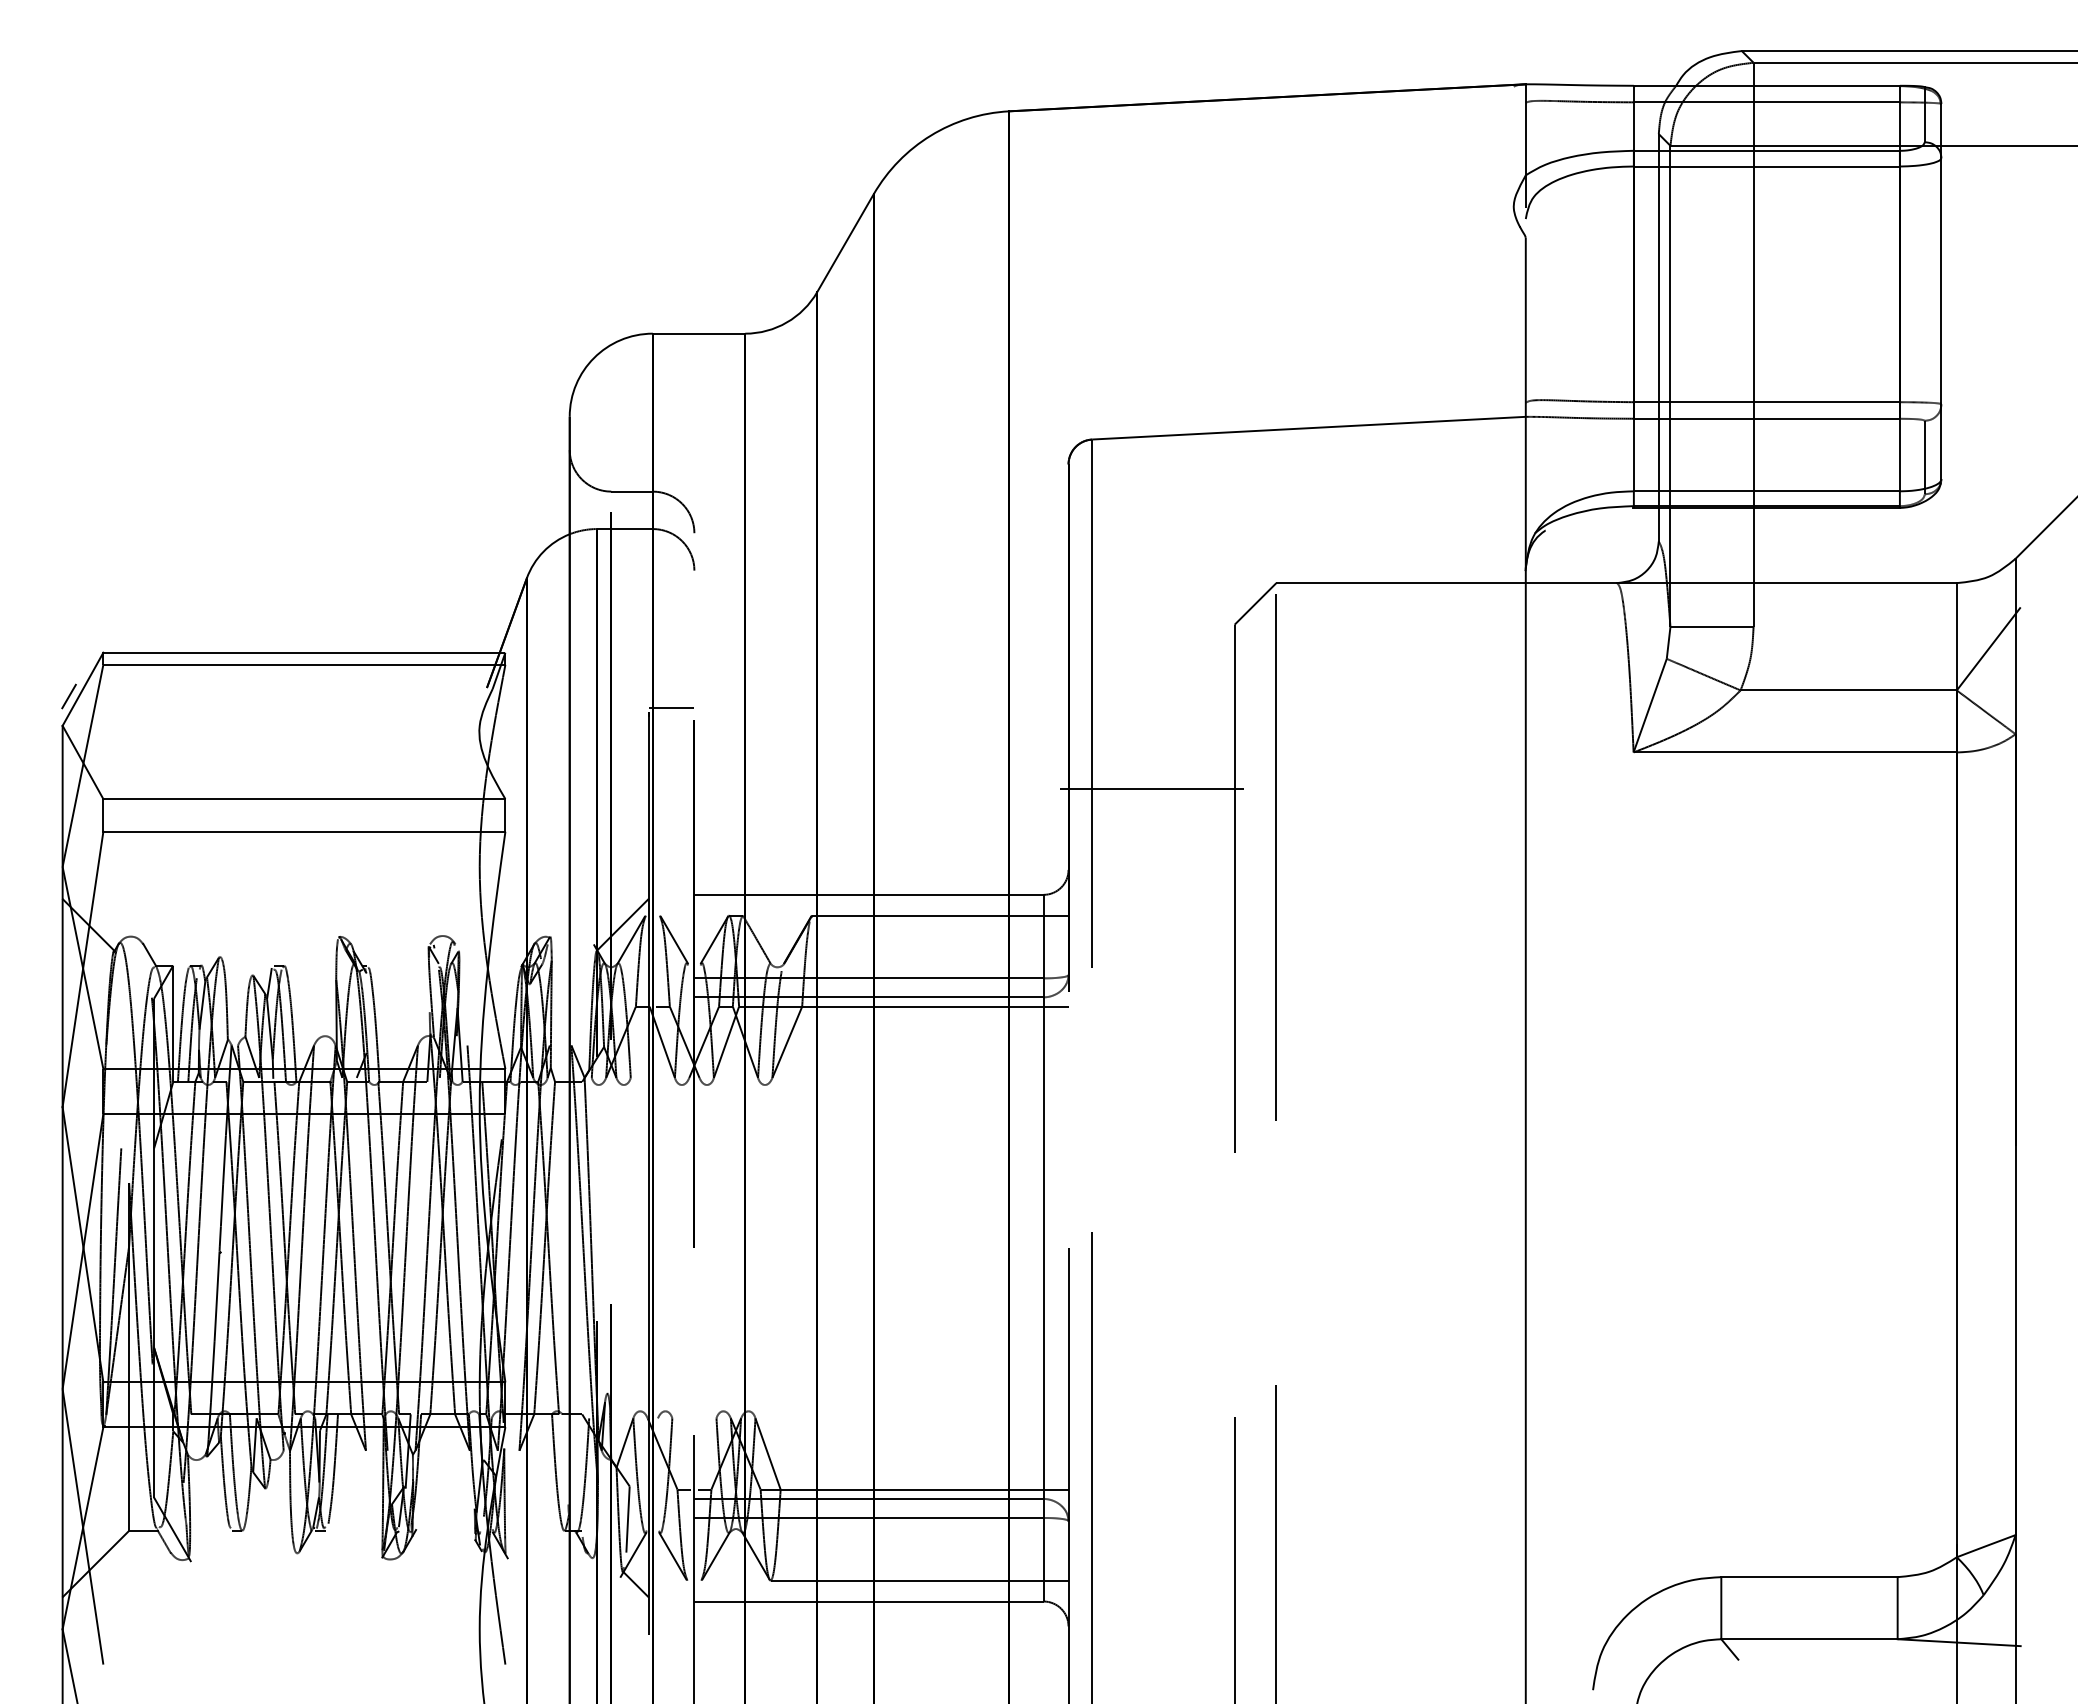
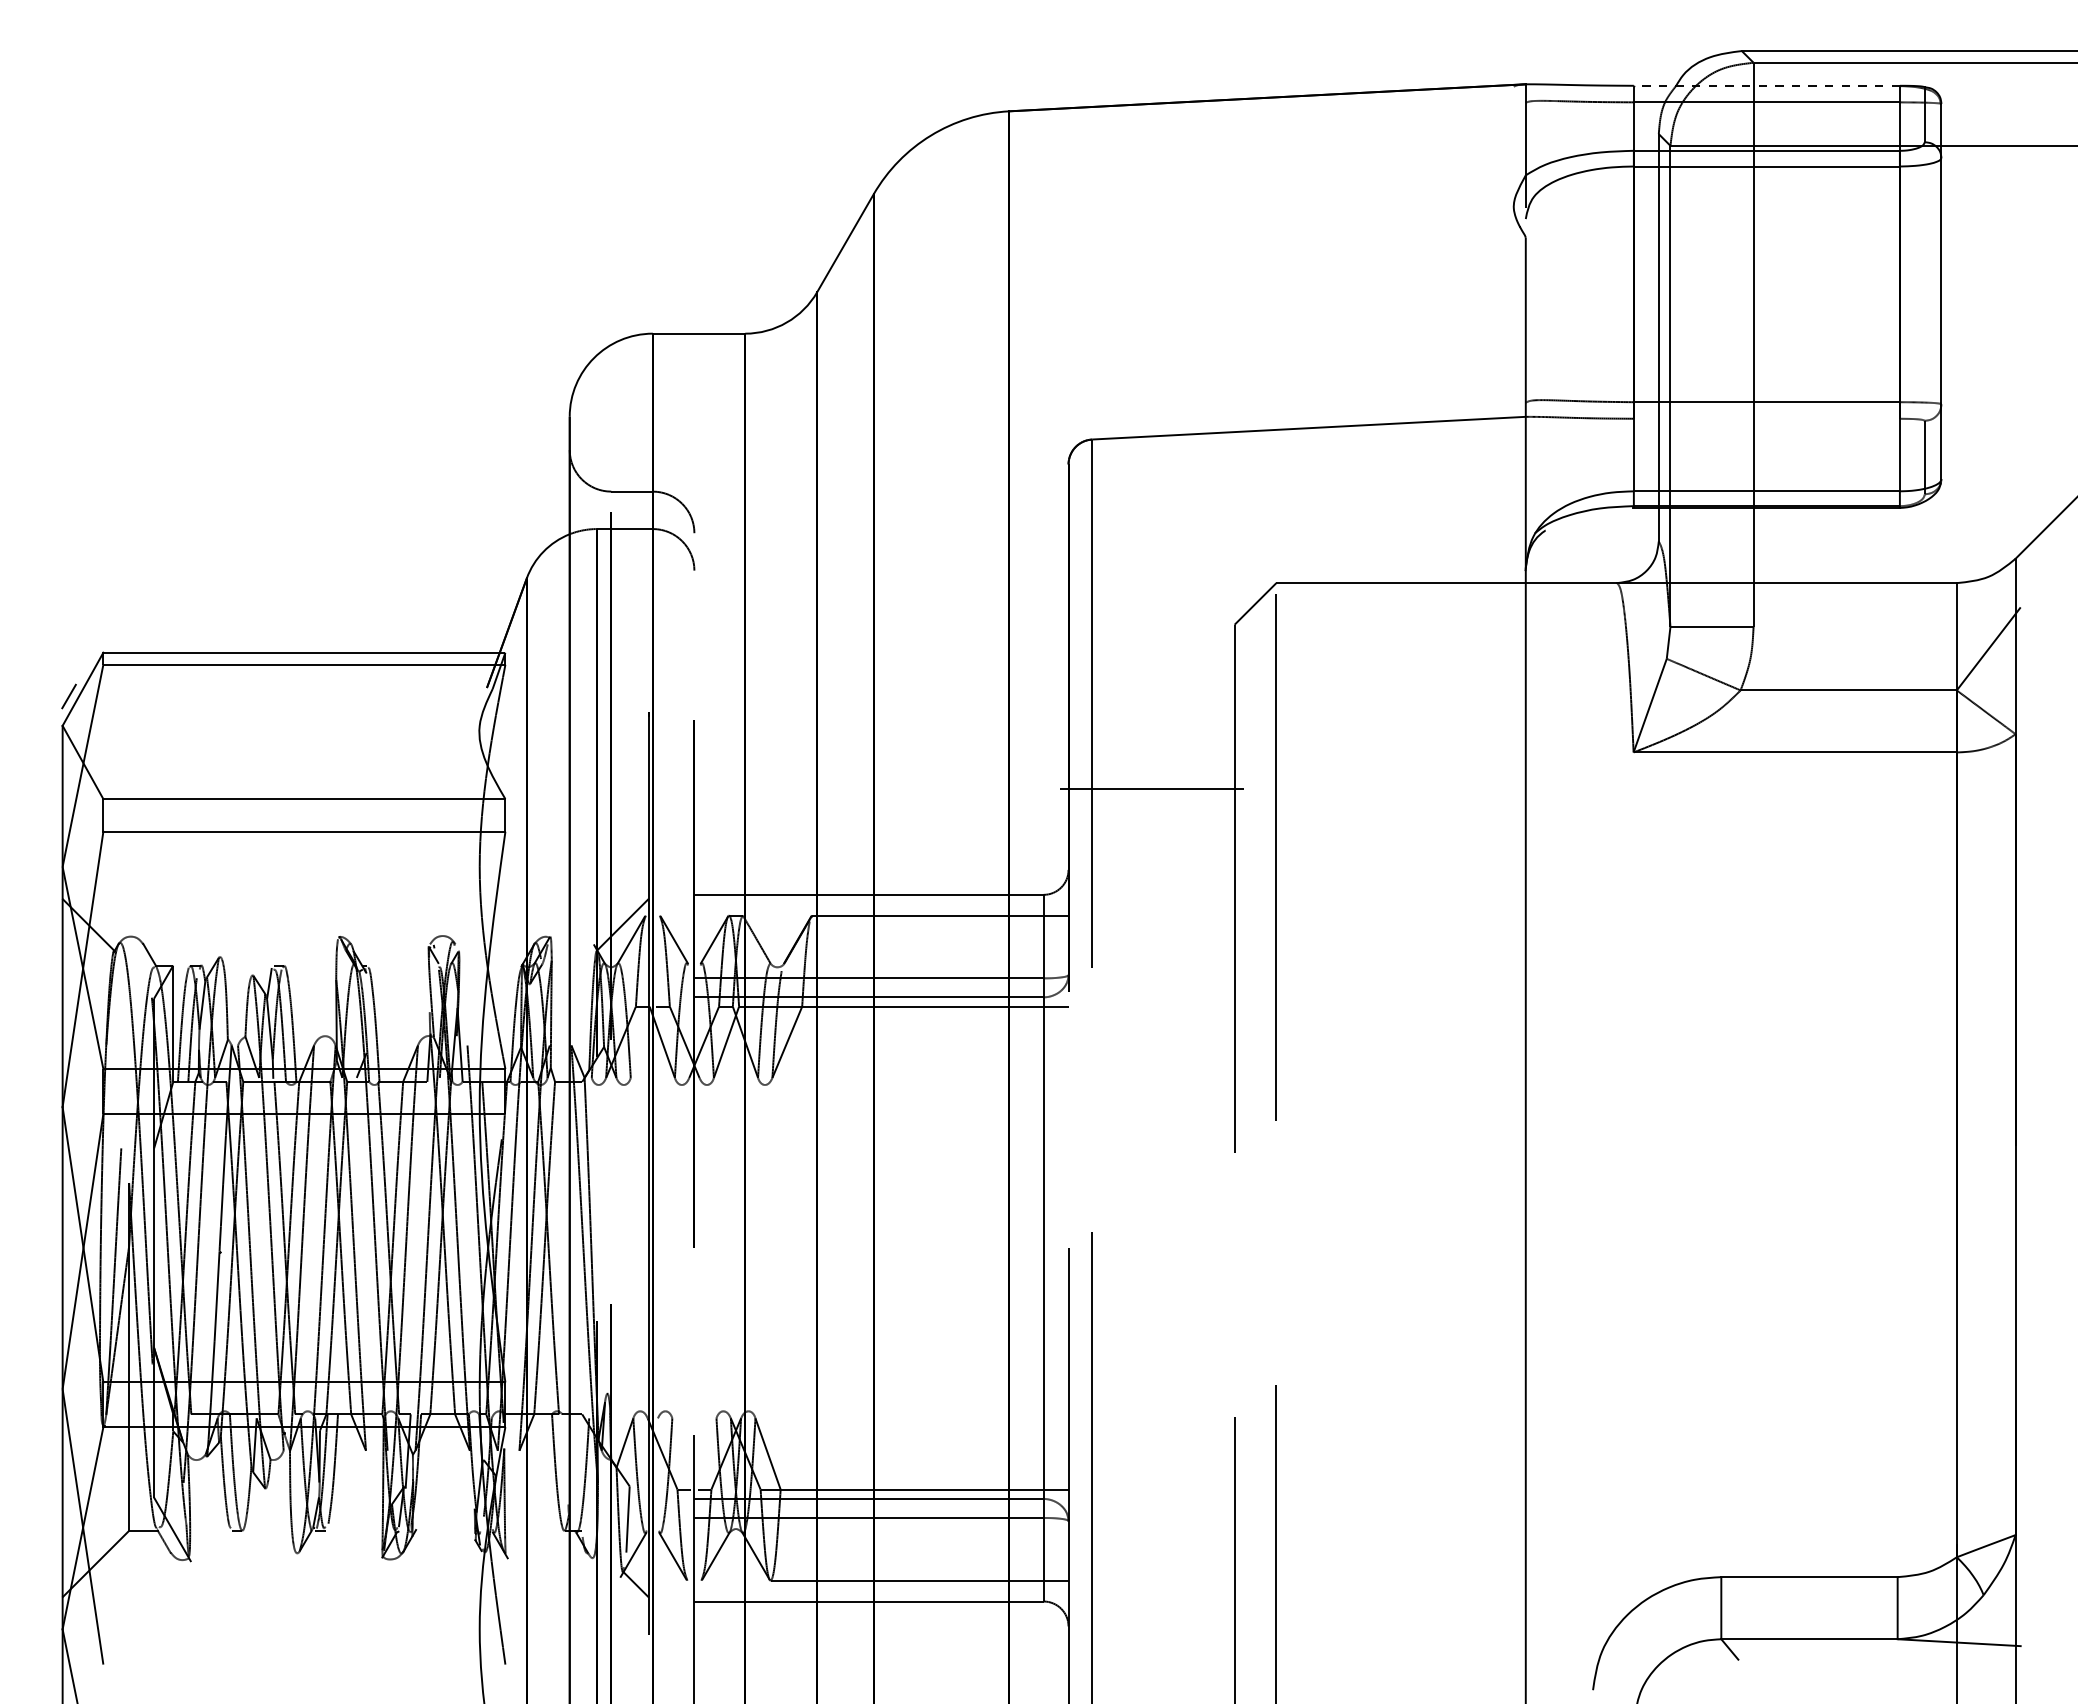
line at (1766, 85): solid -> dashed
line at (1766, 418): present -> none
line at (671, 707): present -> none
